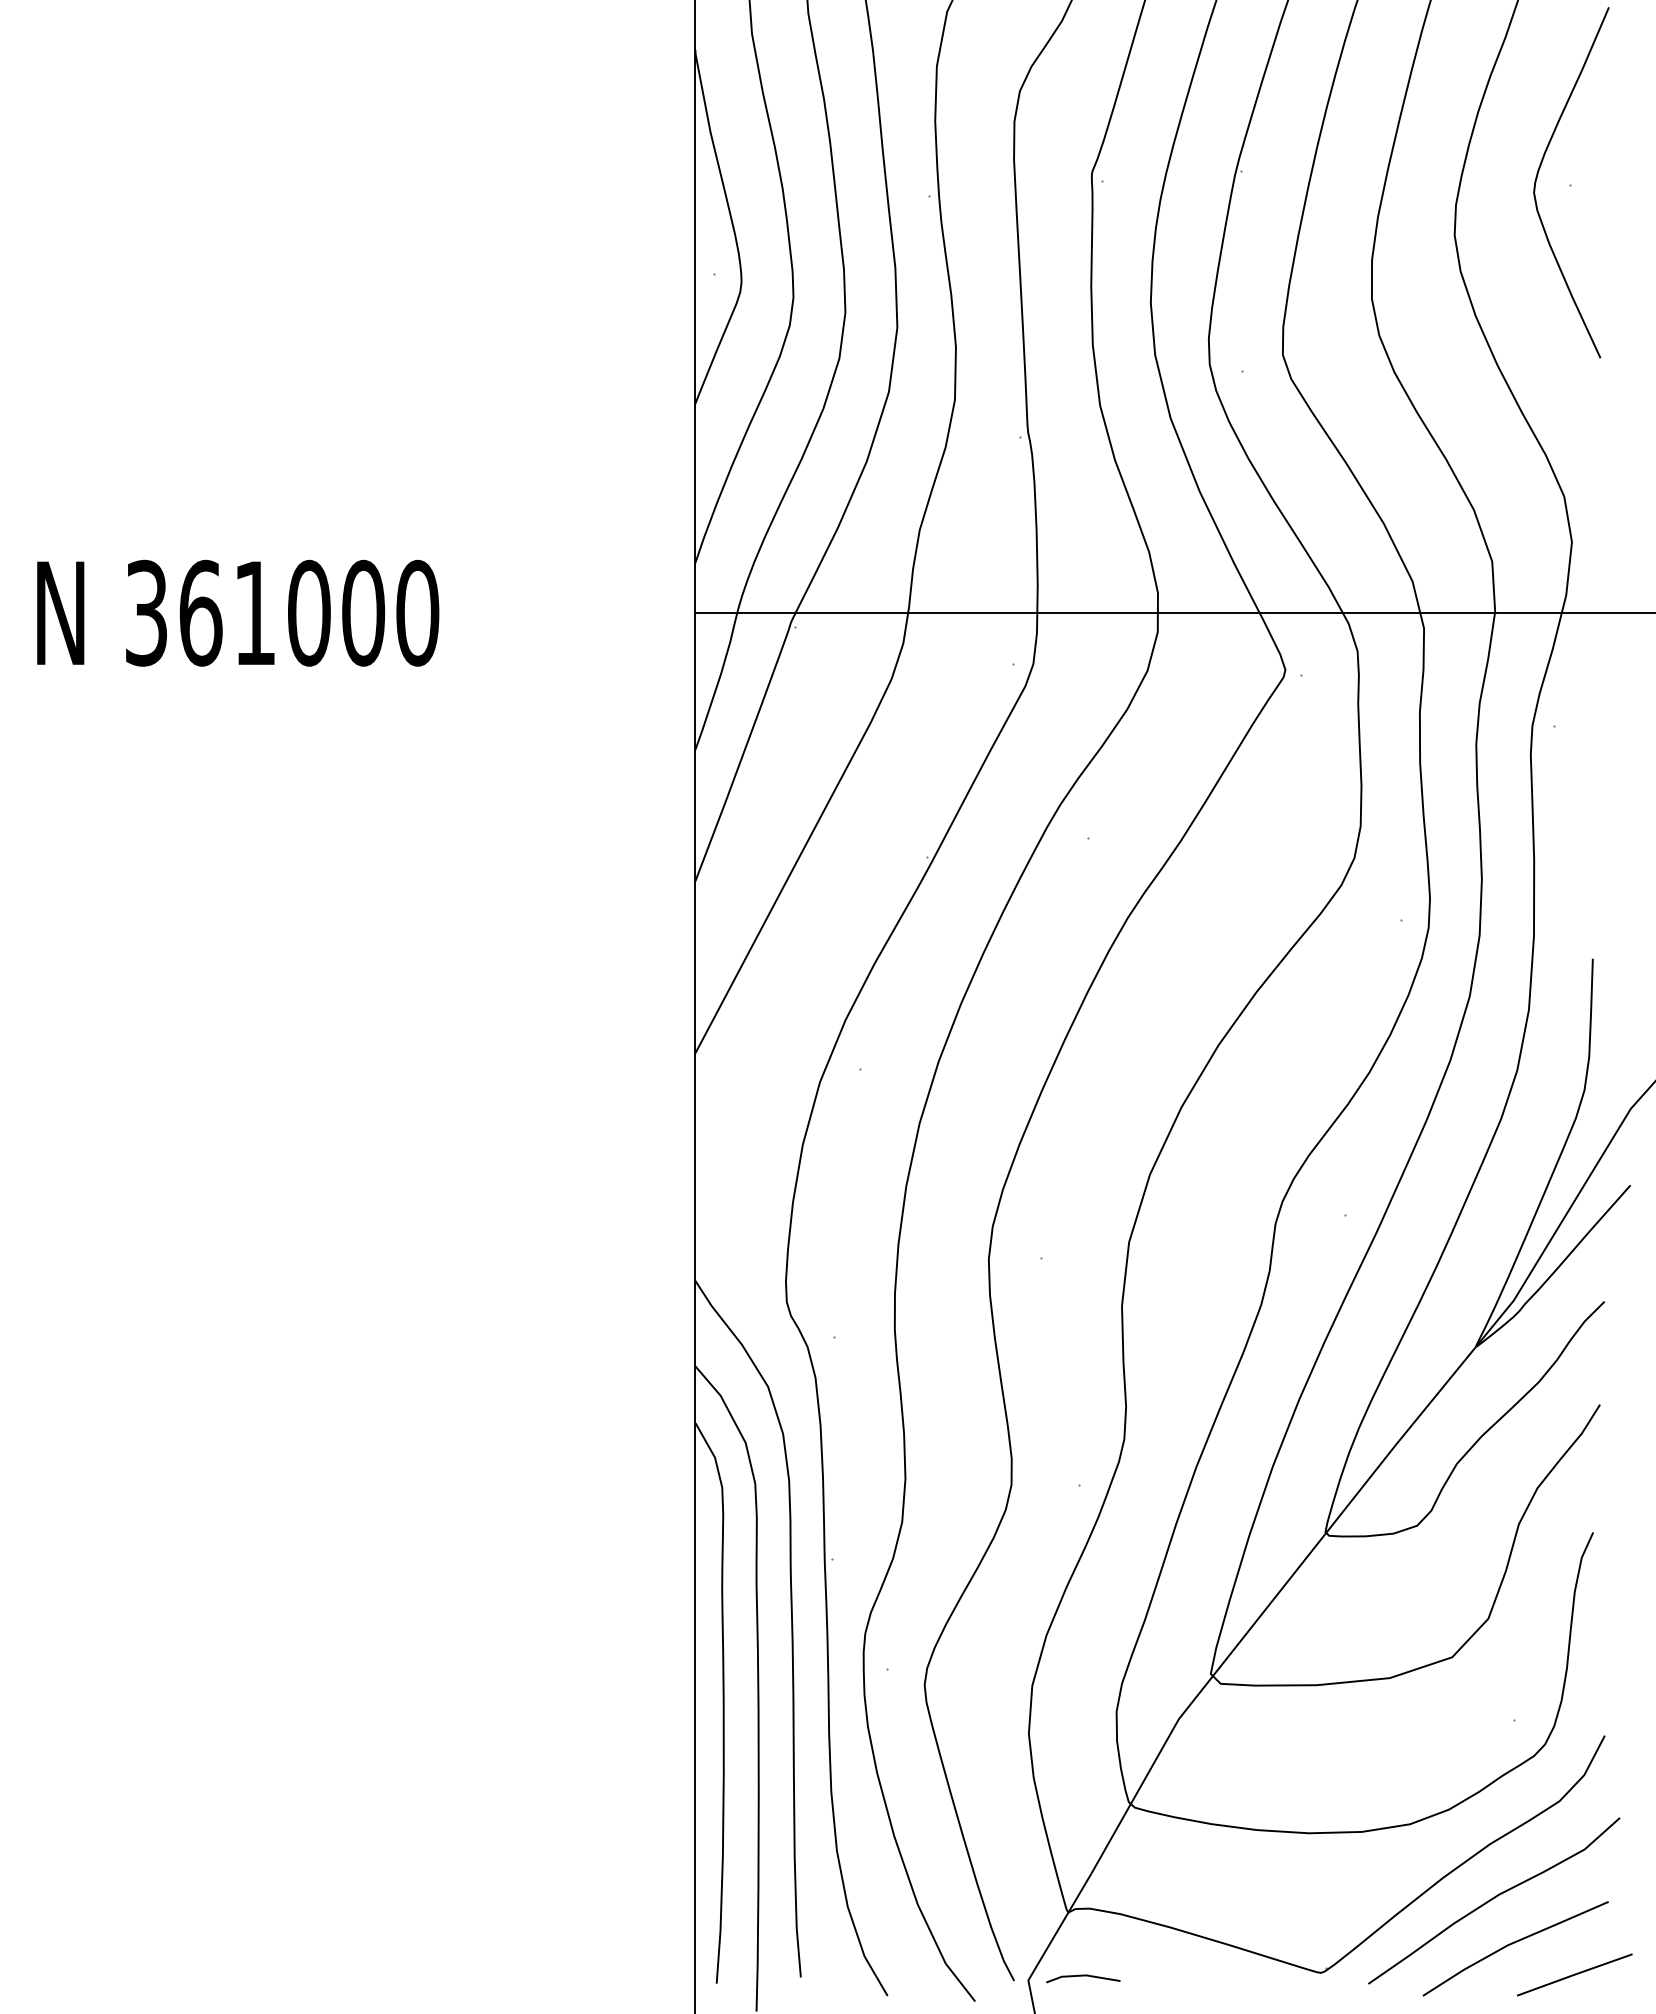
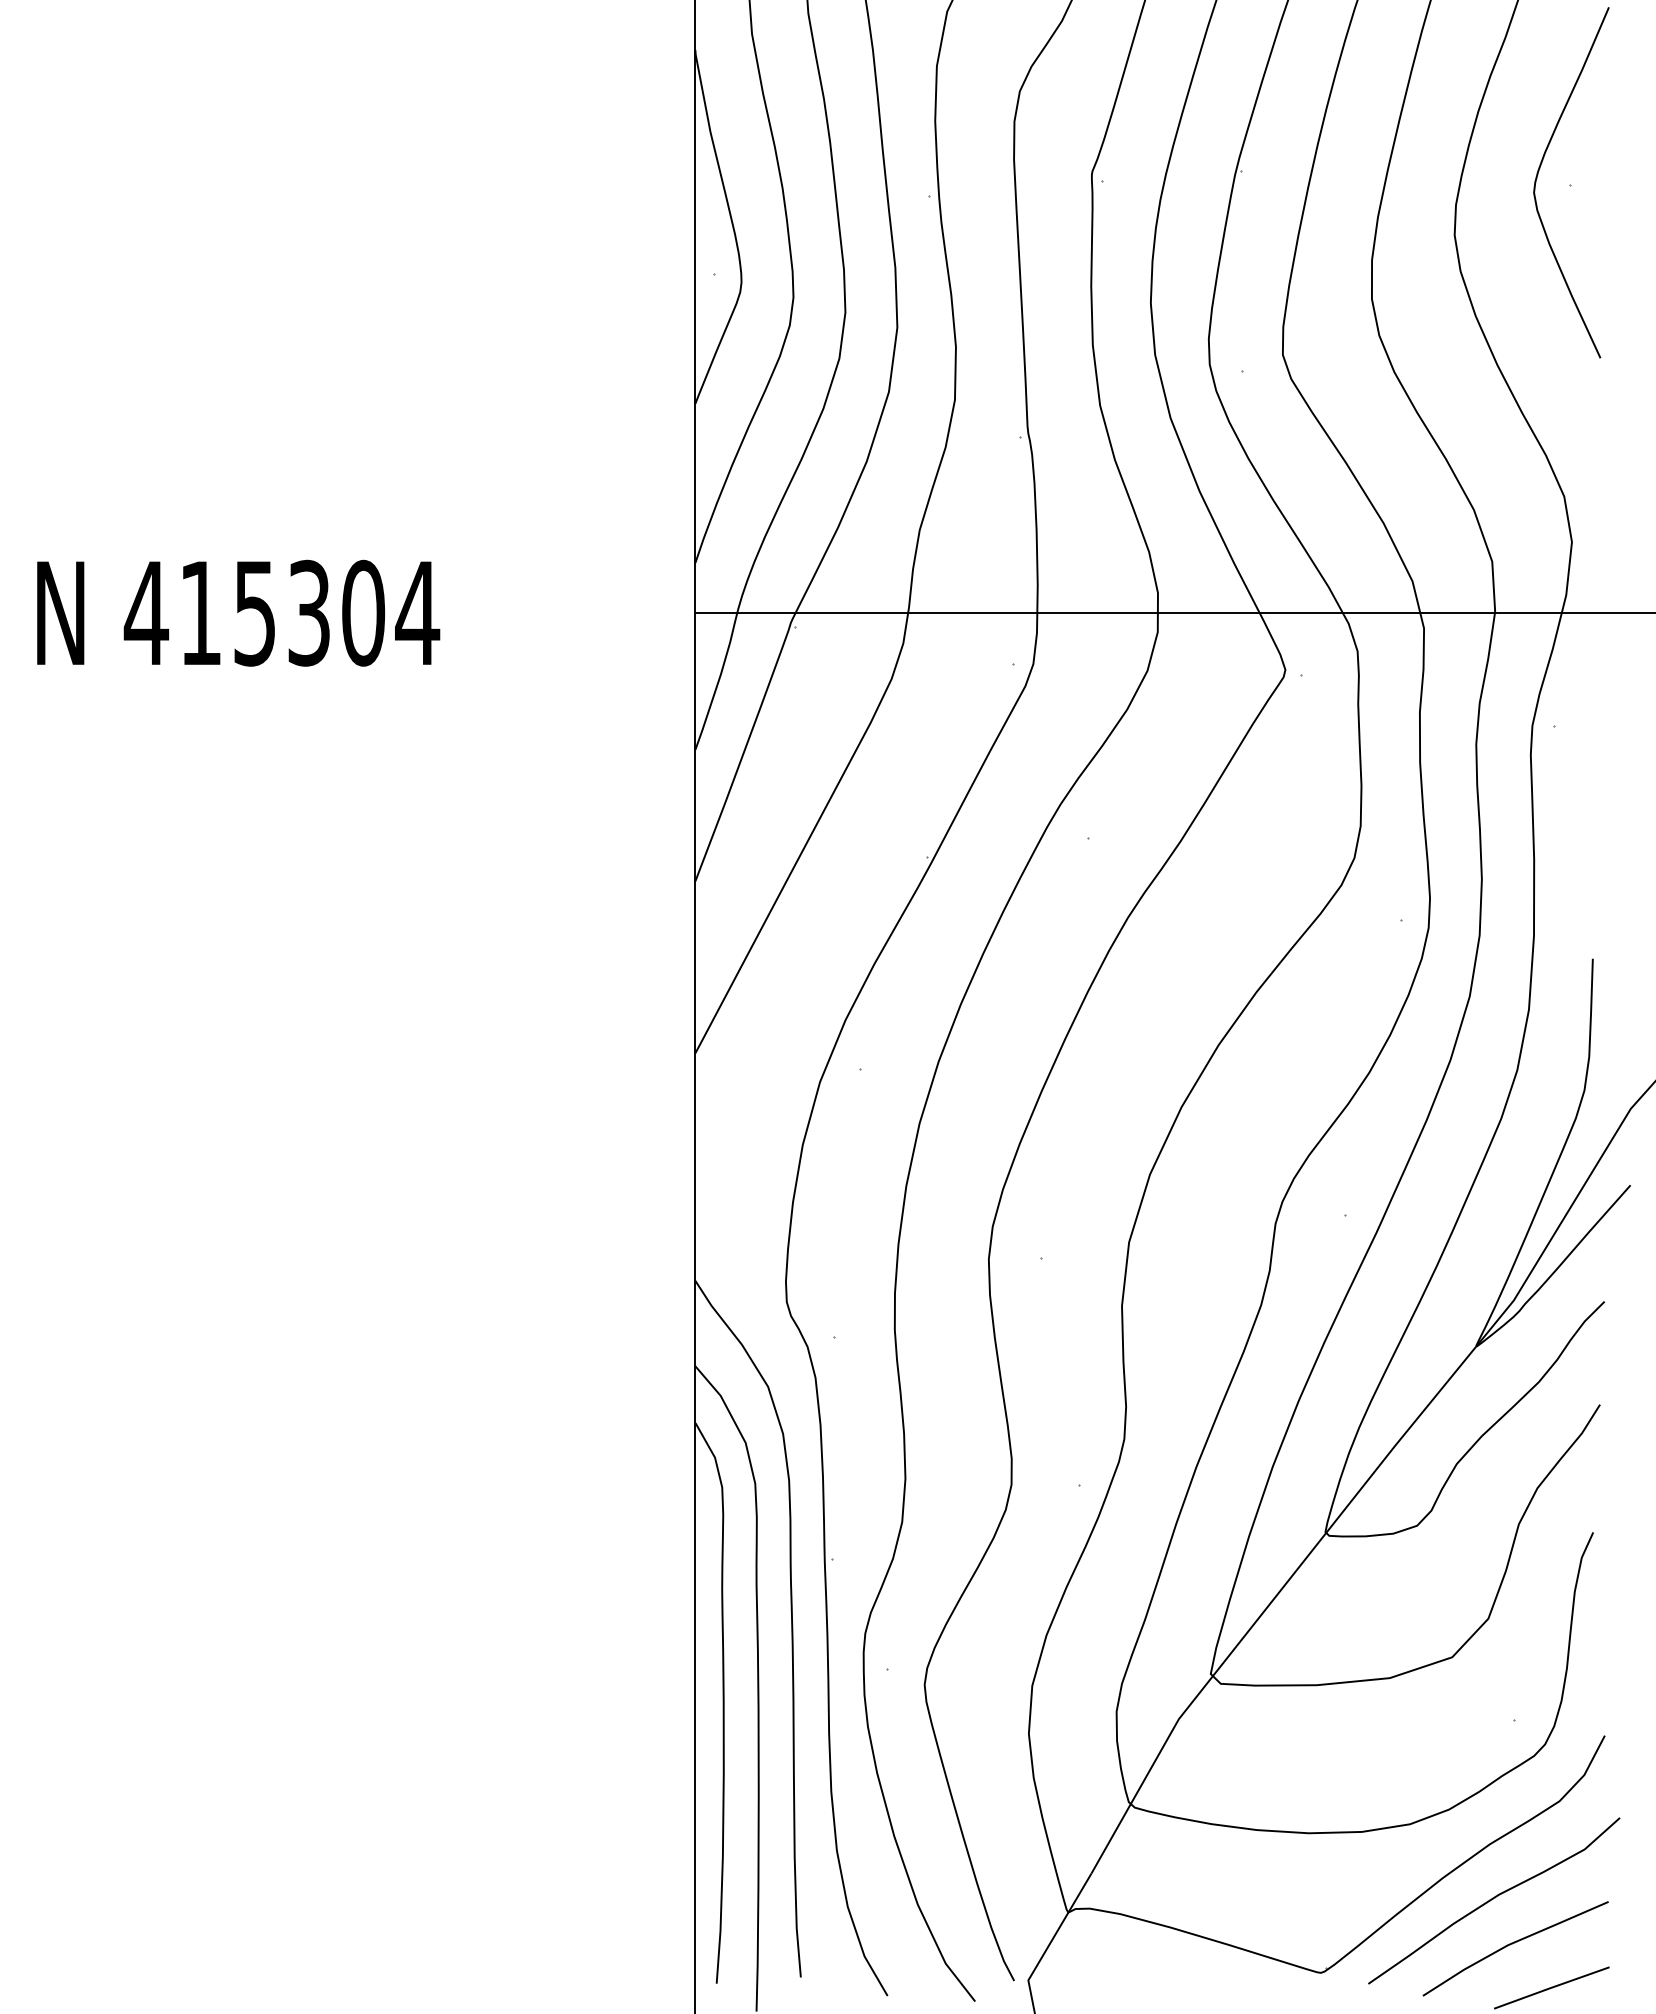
text at (281, 612): 361000 -> 415304
line at (1574, 1974) position: (1574, 1974) -> (1551, 1987)
line at (1083, 1976): present -> none
